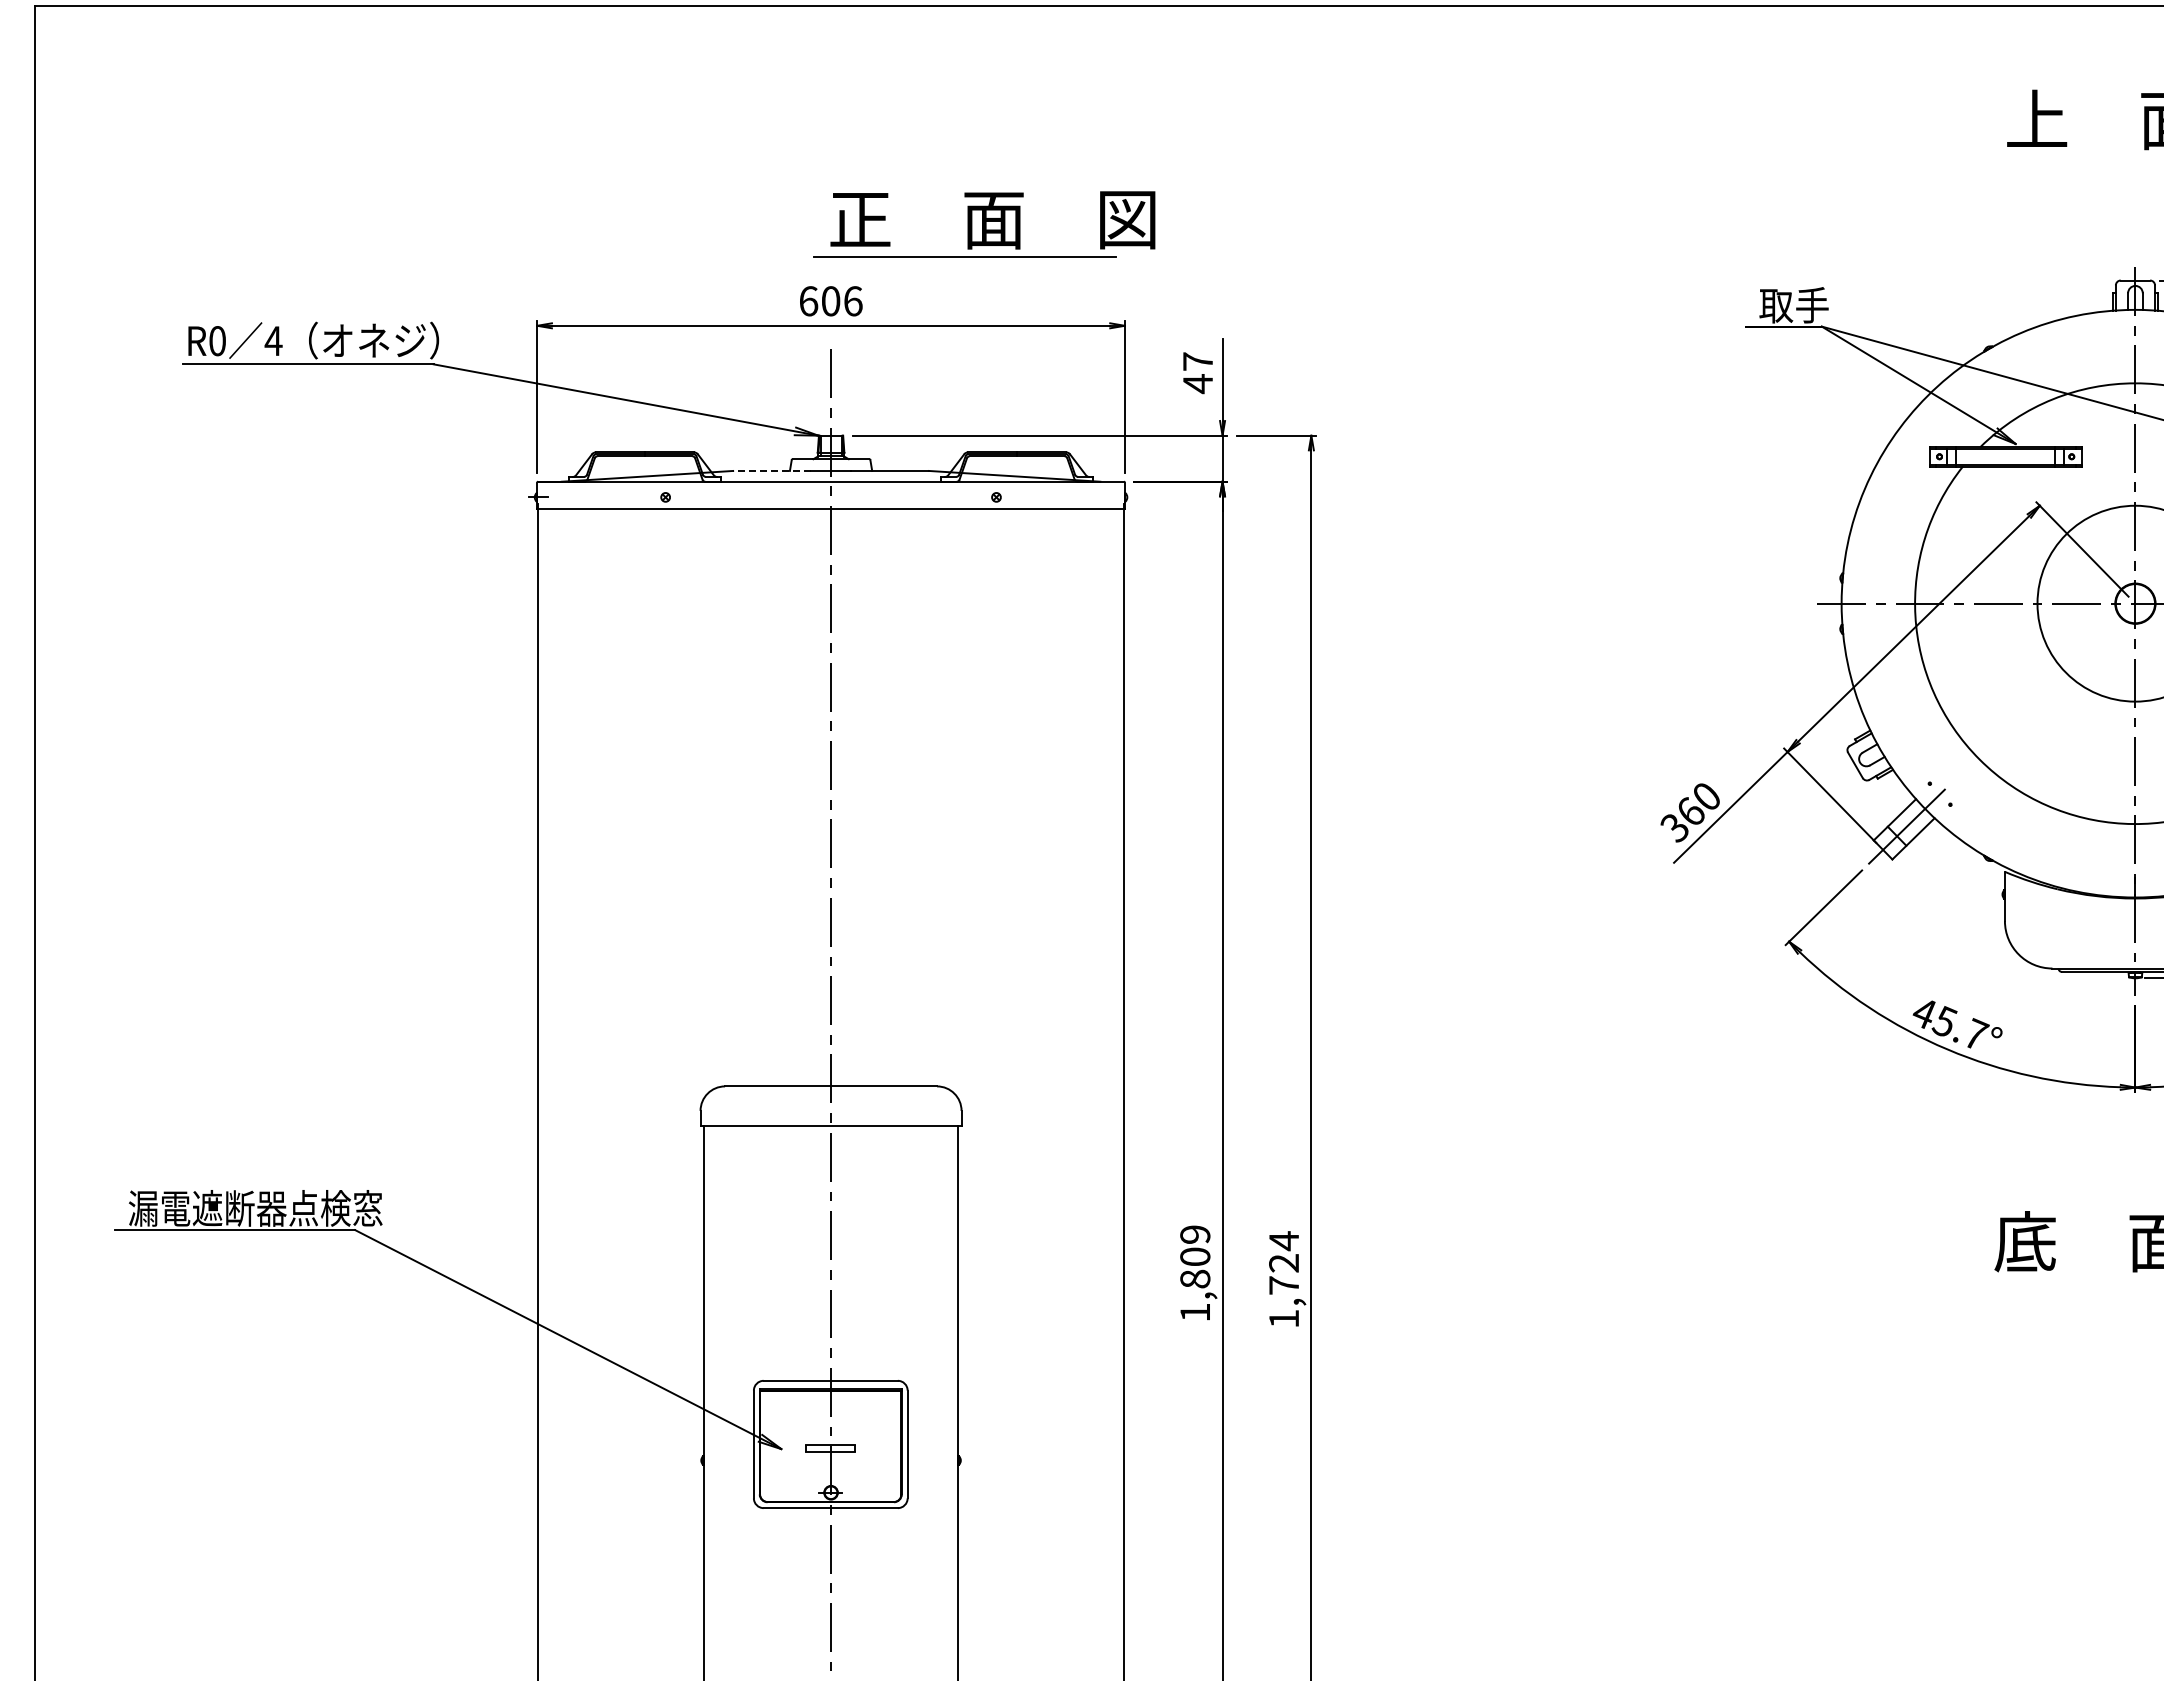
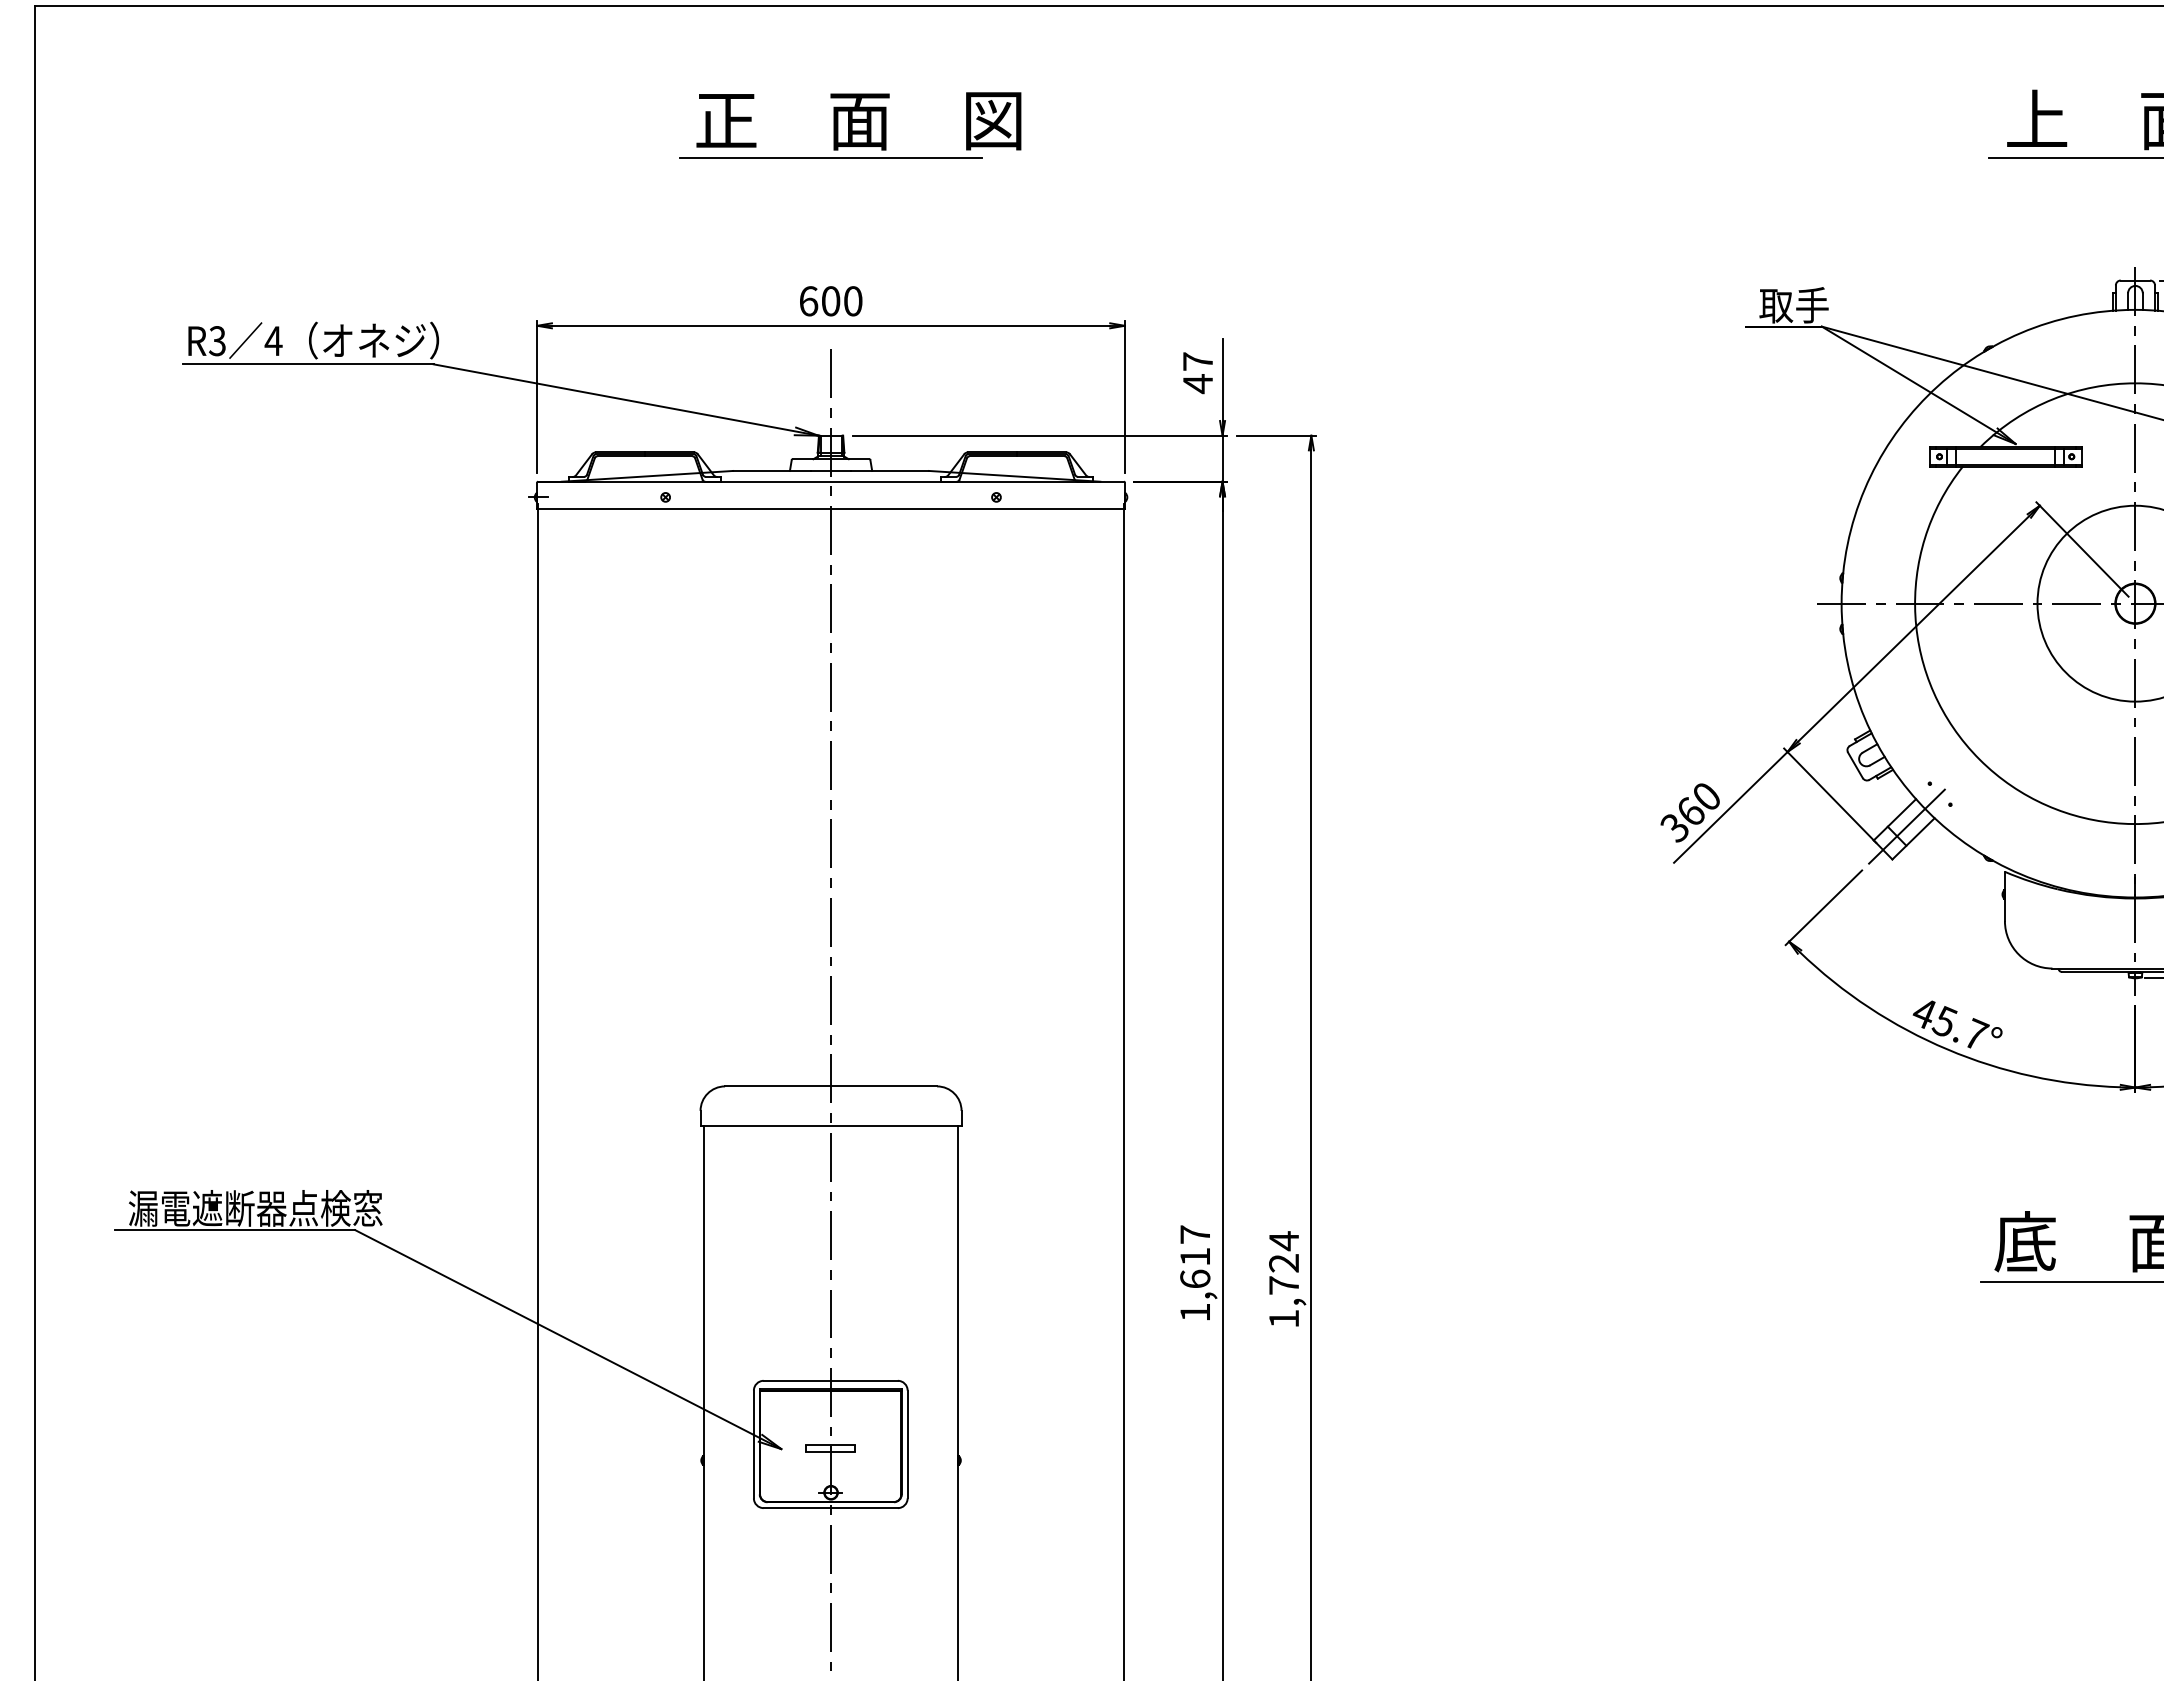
line at (2074, 158): none -> present
part at (984, 224) position: (984, 224) -> (850, 125)
text at (853, 301): 606 -> 600
text at (217, 341): R0 -> R3
line at (771, 470): dashed -> solid
text at (1195, 1256): 1,809 -> 1,617
line at (2070, 1281): none -> present
